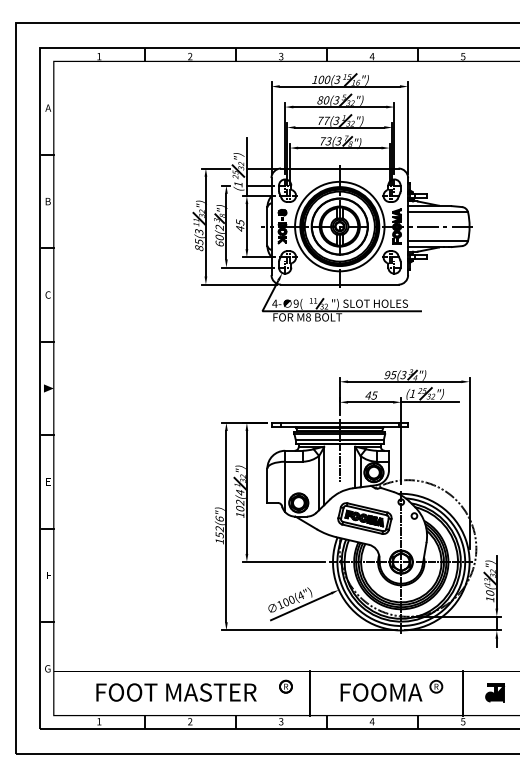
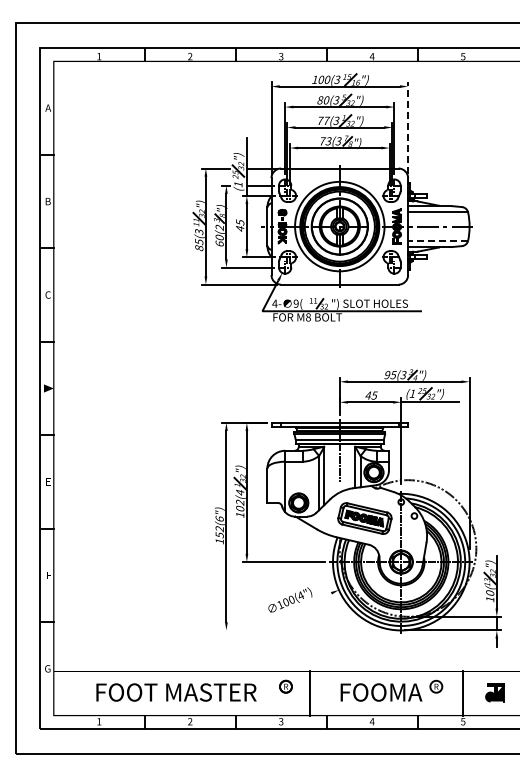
line at (408, 128): solid -> dashed
line at (437, 240): solid -> dashed
line at (301, 606): present -> none
line at (309, 630): present -> none
